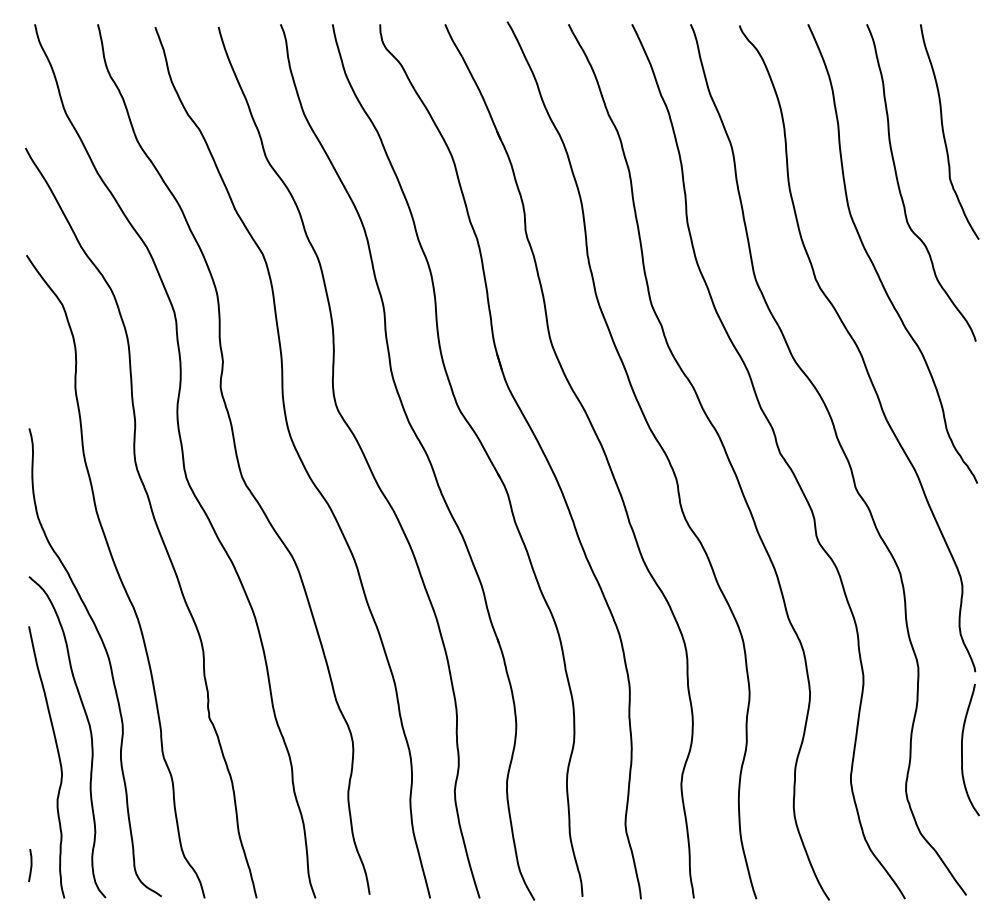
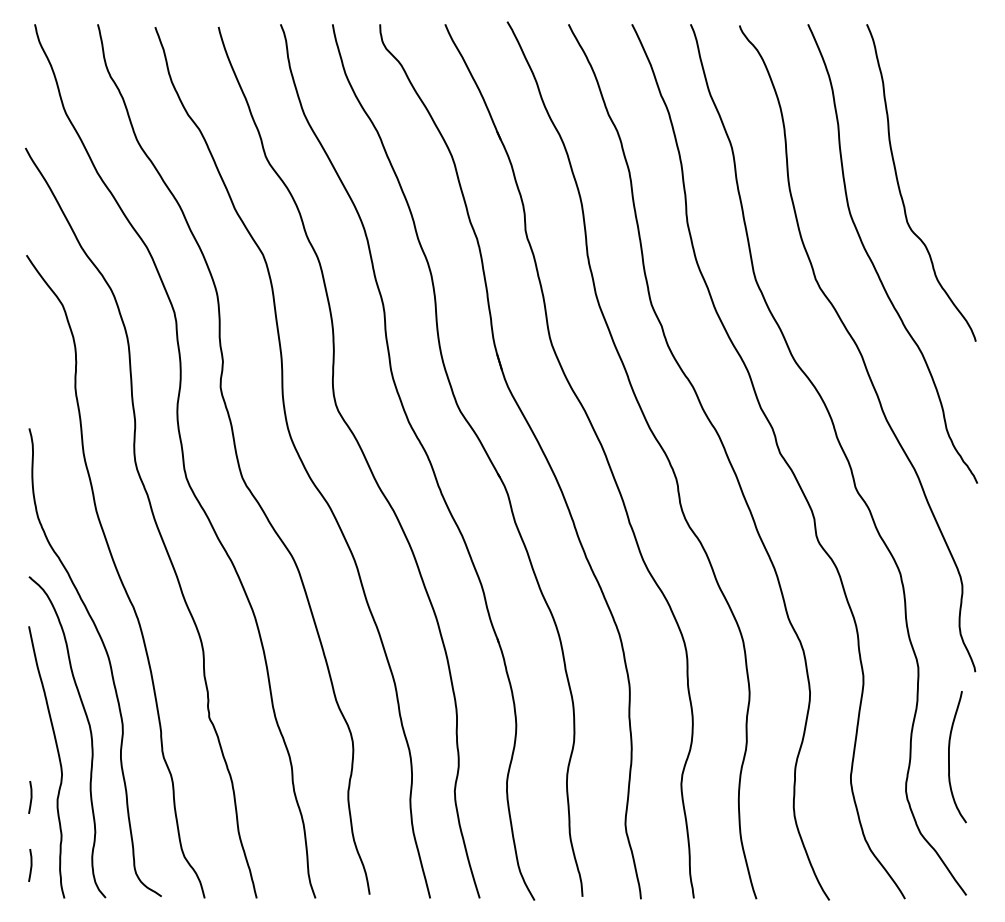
curve at (944, 132): present -> none
curve at (962, 750) position: (962, 750) -> (949, 757)
line at (30, 797): none -> present
